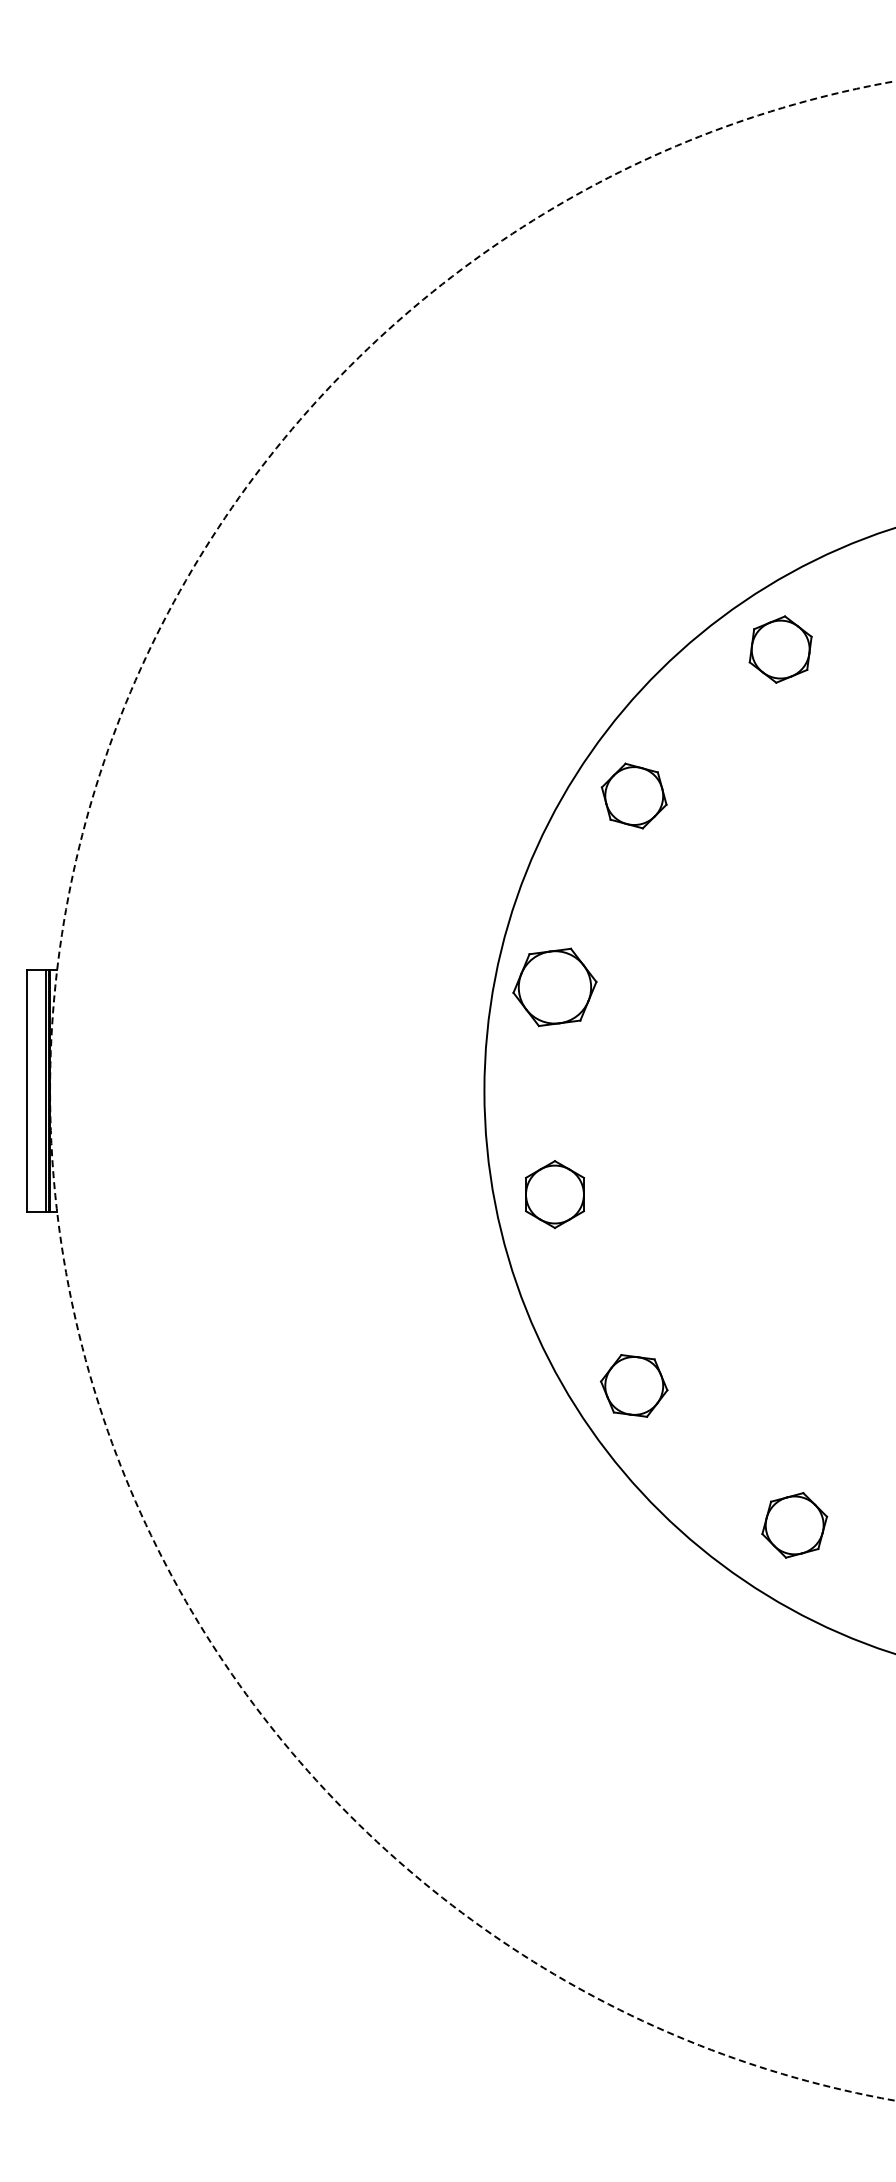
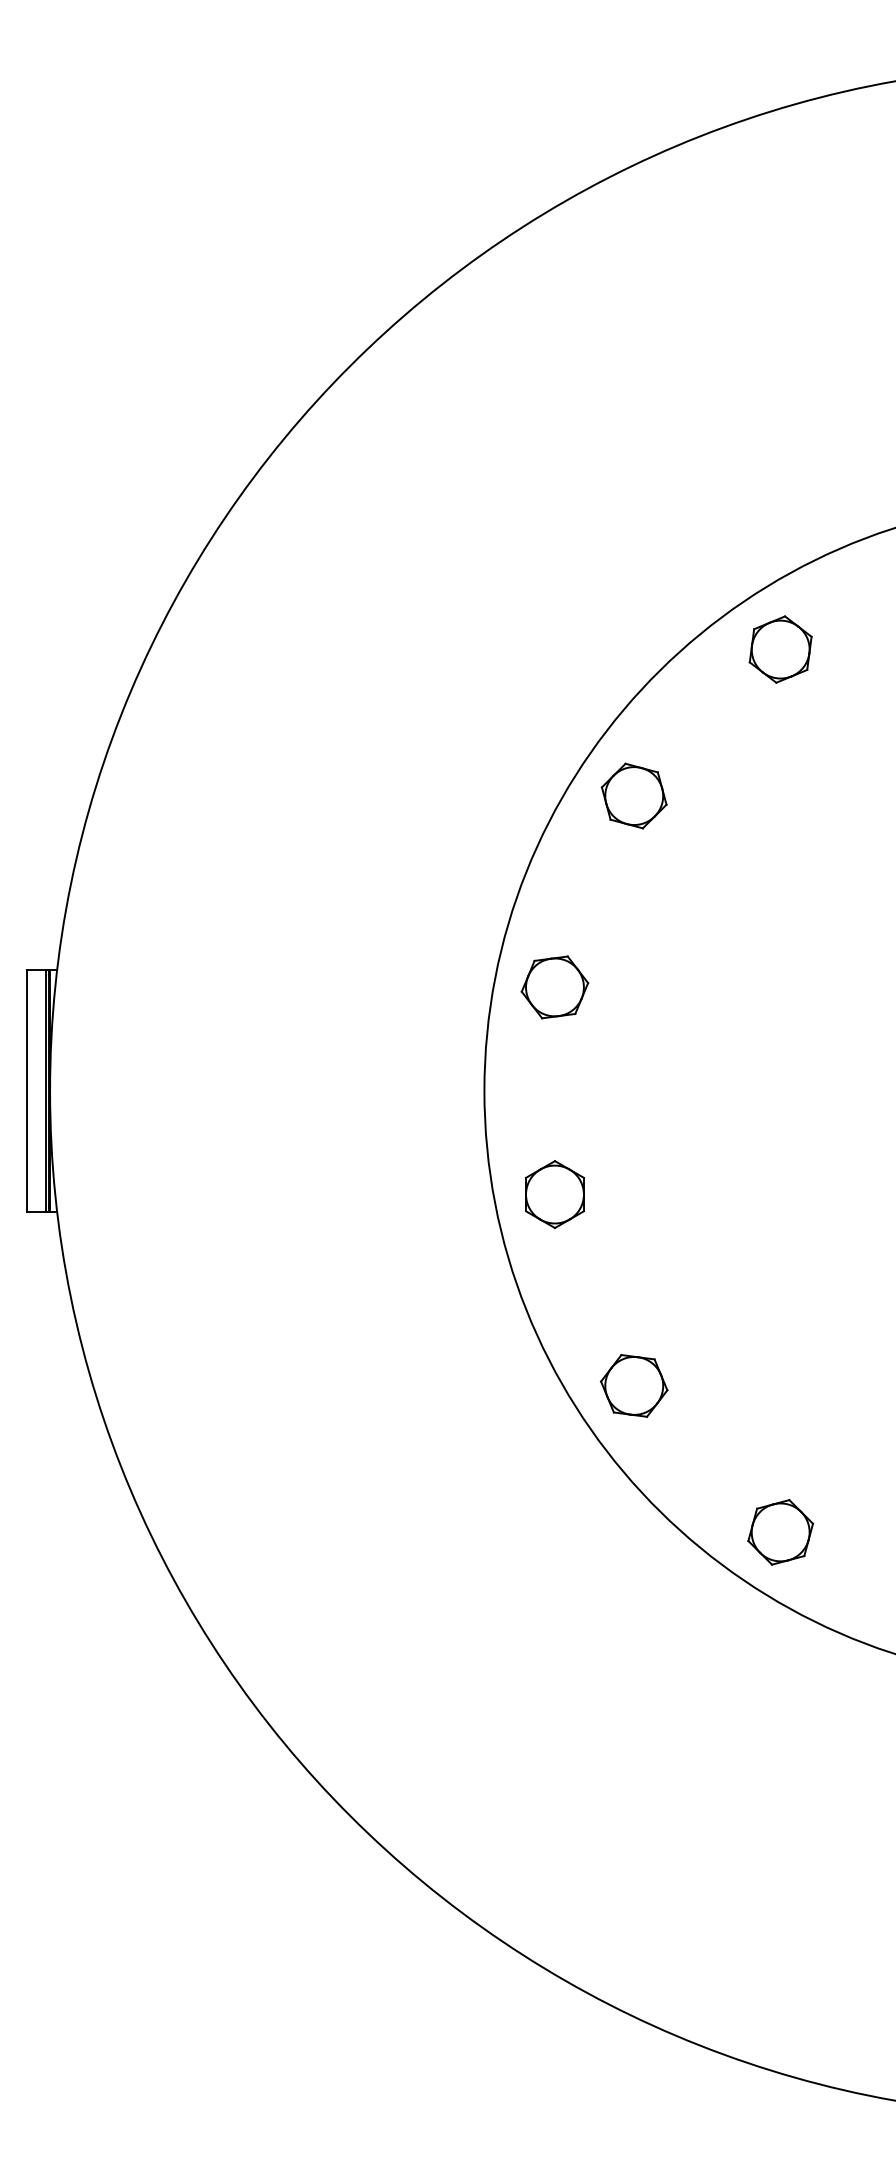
part at (554, 987) size: 86x81 px -> 70x65 px
circle at (472, 1090): dashed -> solid
part at (794, 1525) position: (794, 1525) -> (780, 1532)
